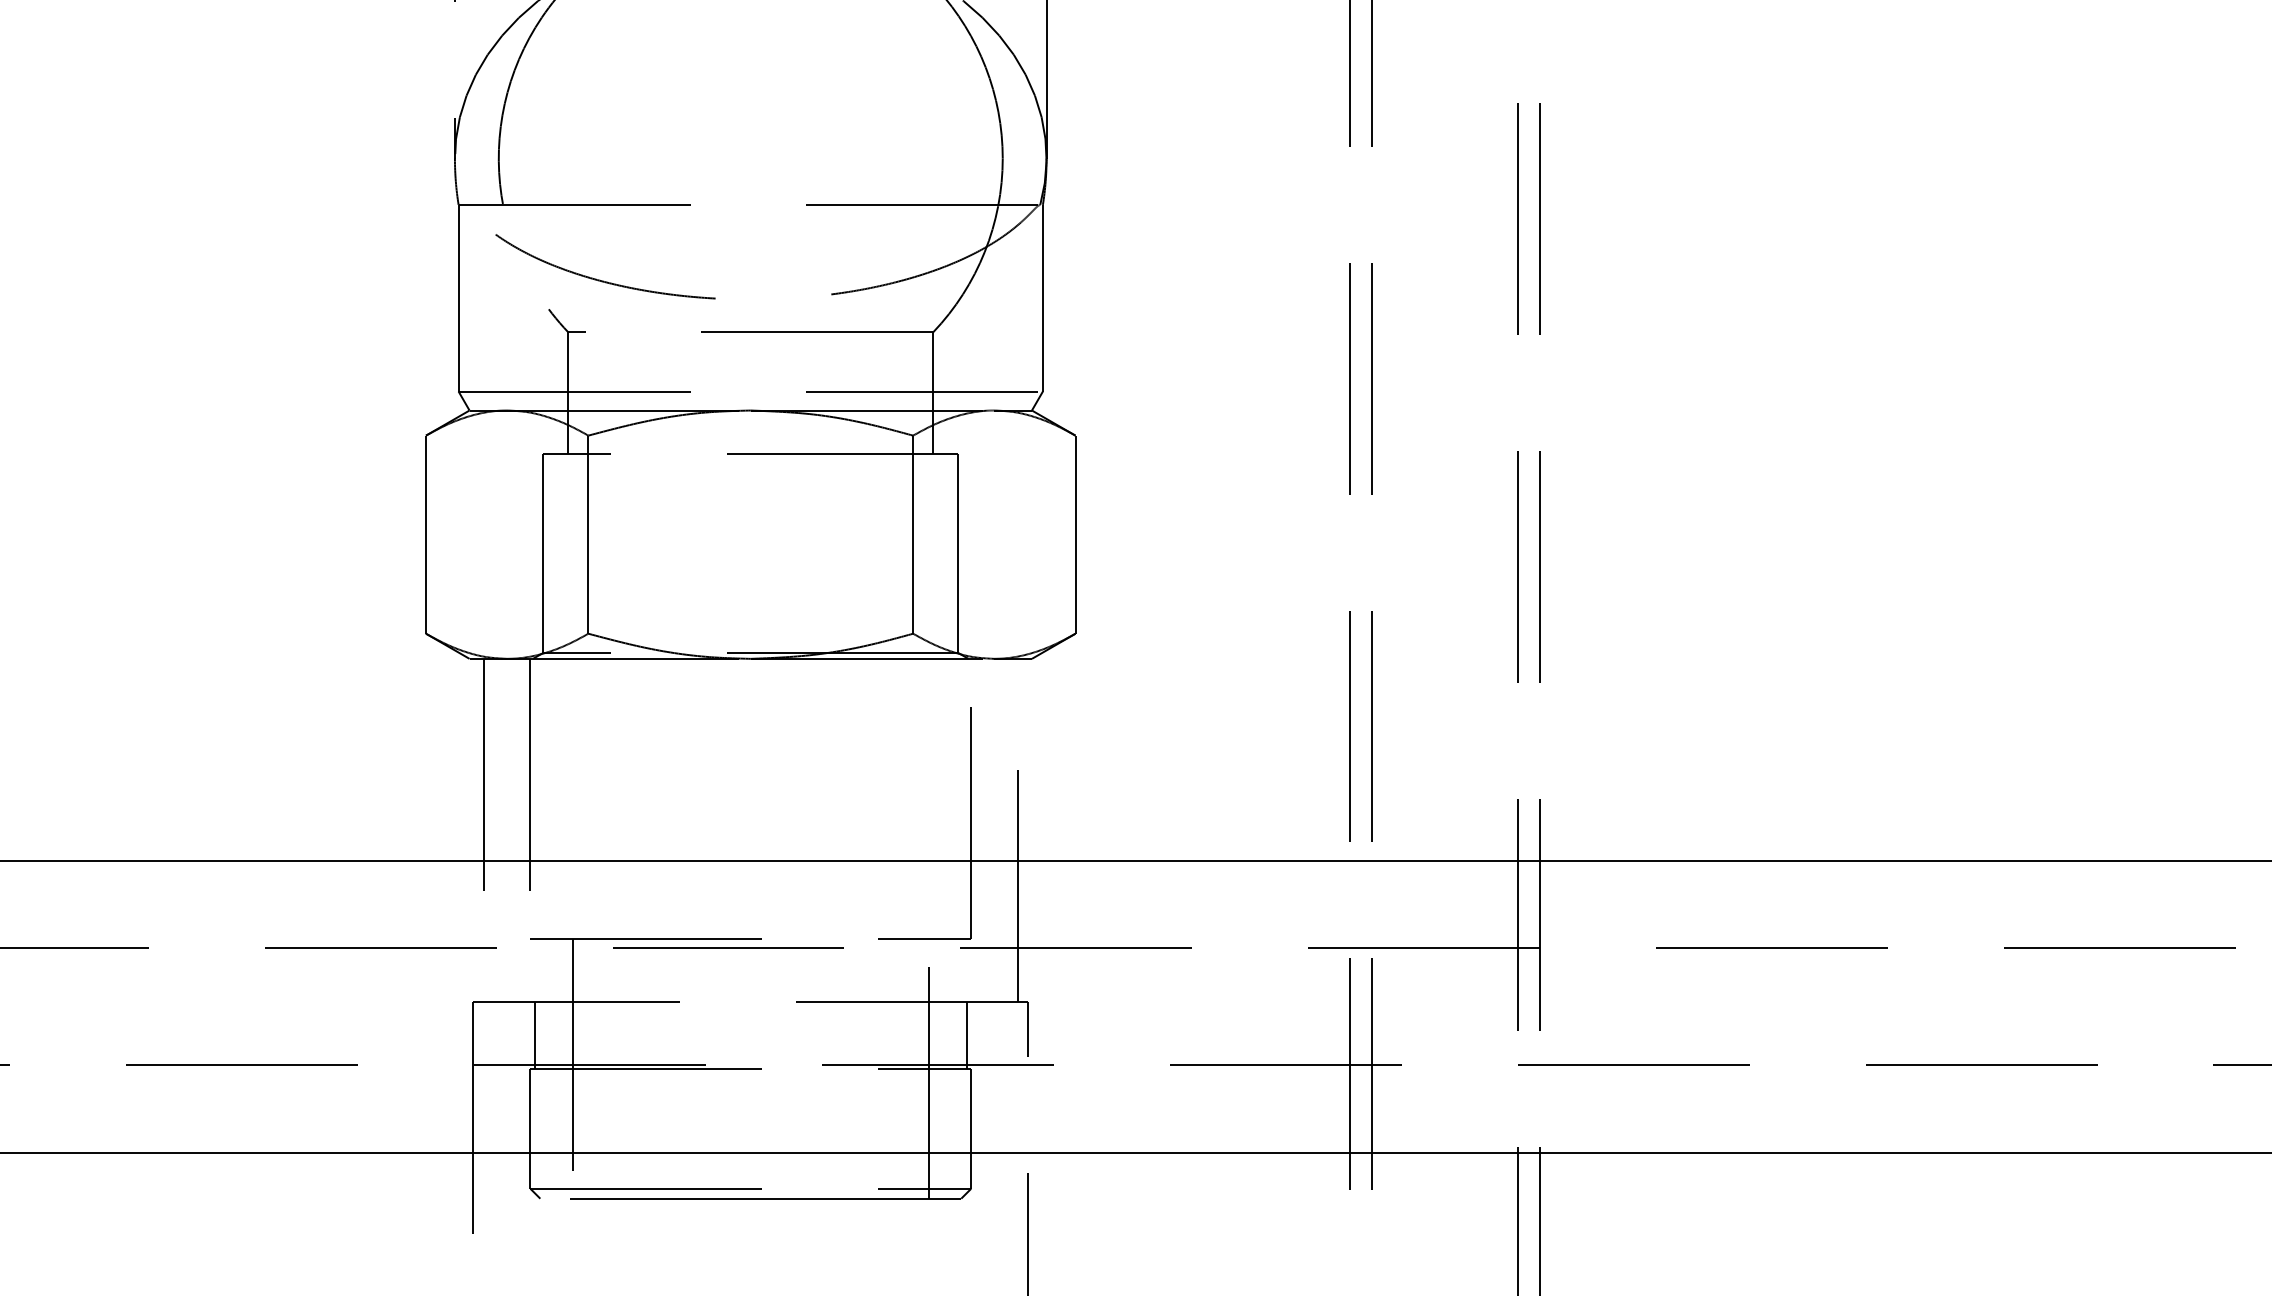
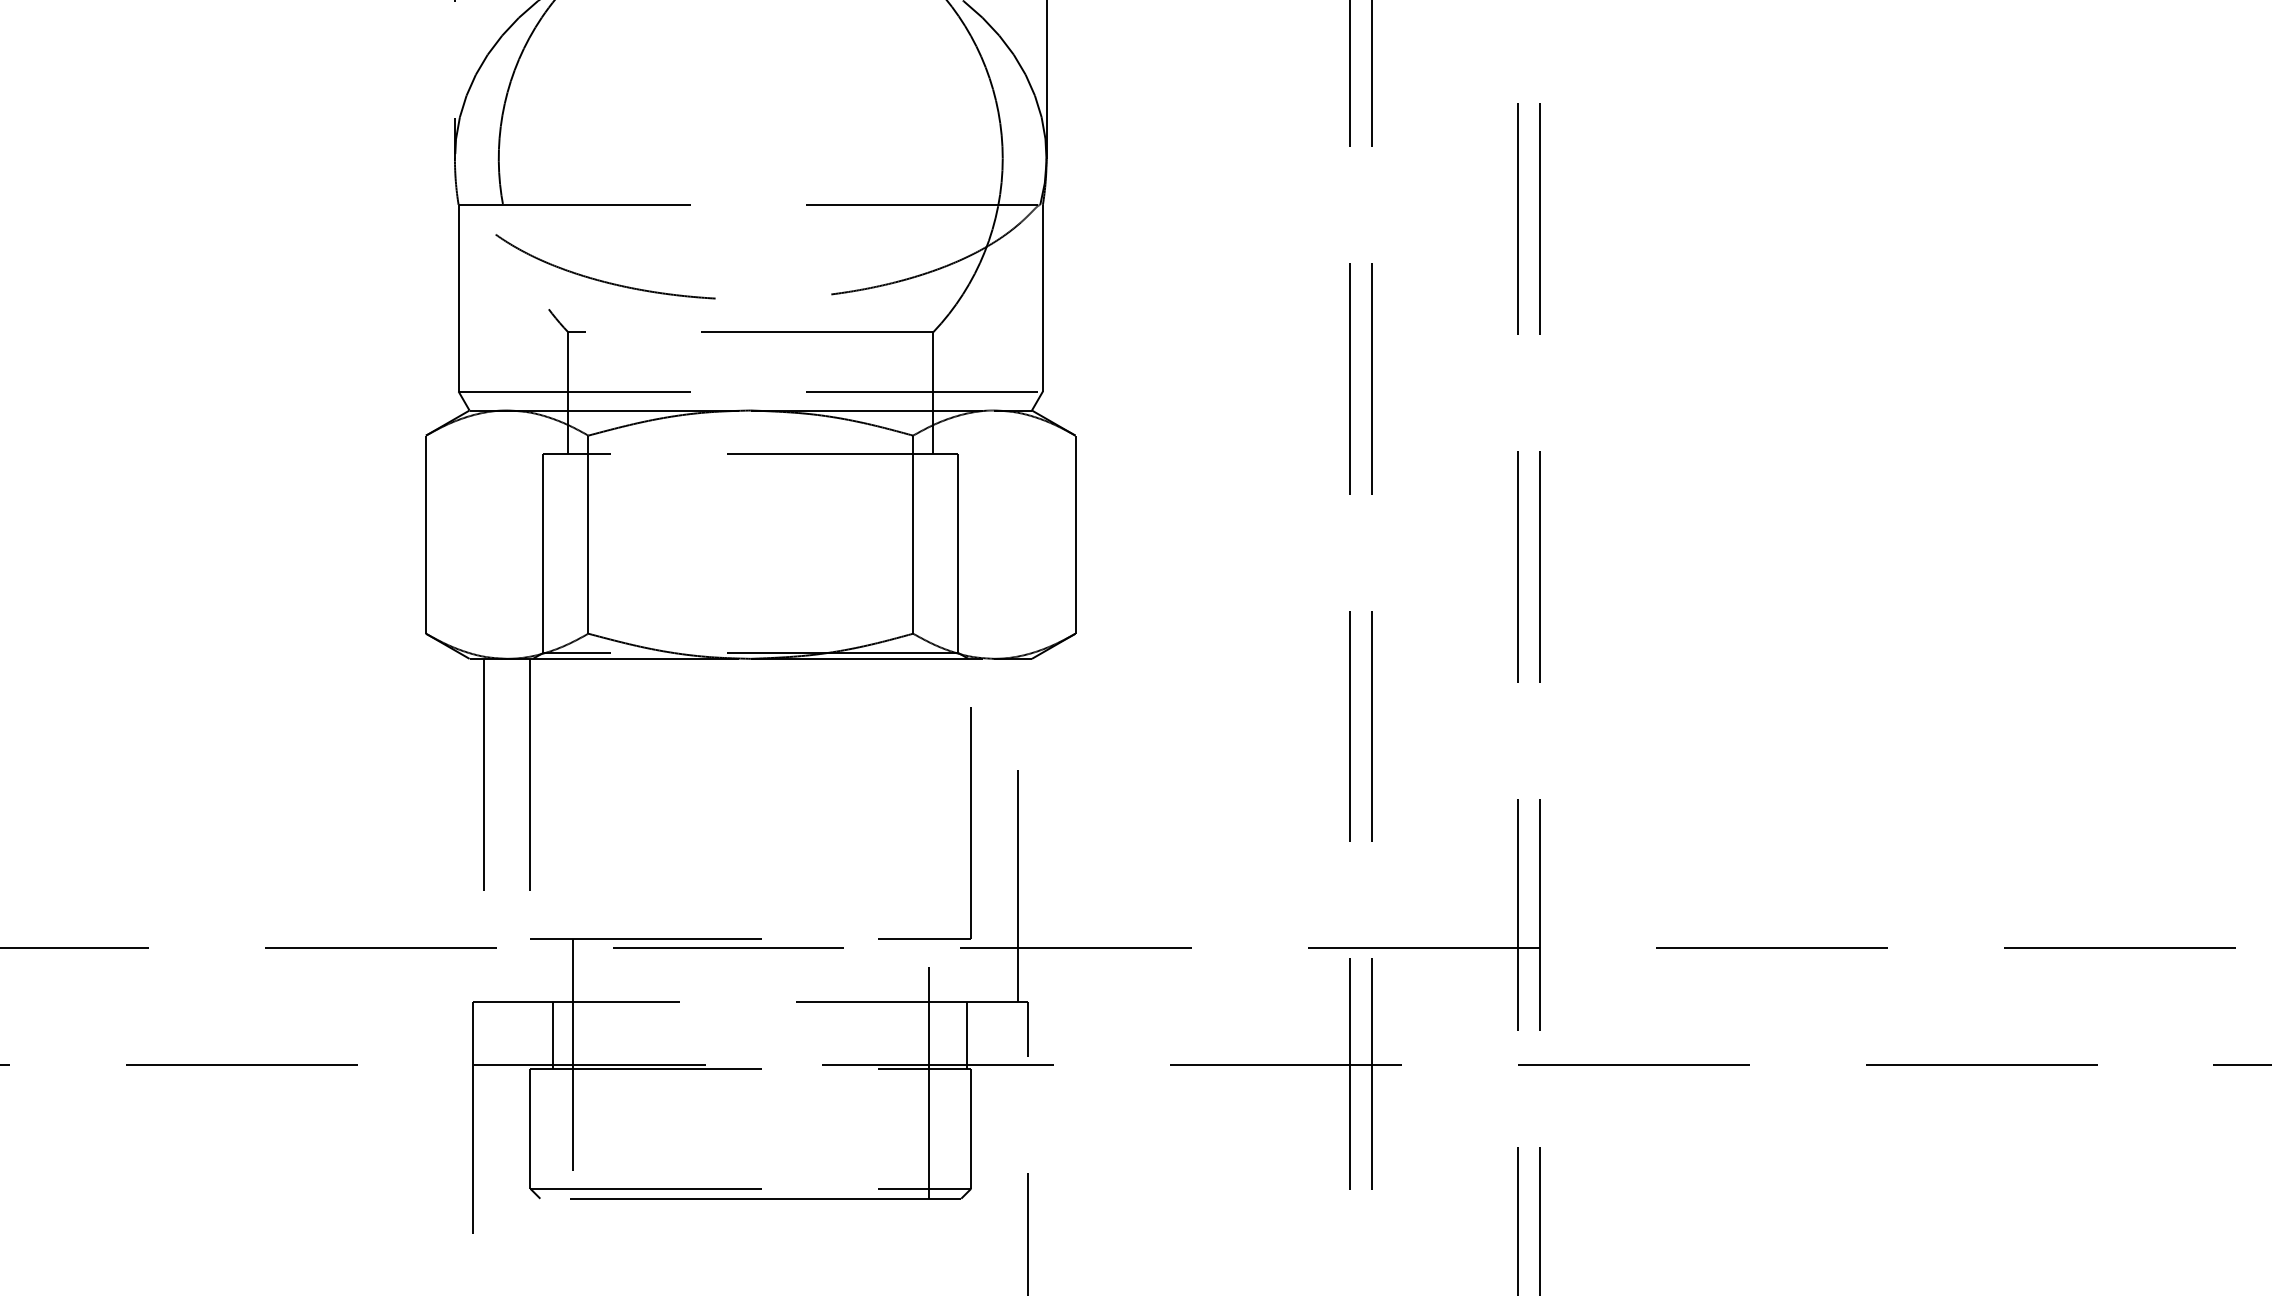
line at (1135, 860): present -> none
line at (534, 1035) position: (534, 1035) -> (552, 1035)
line at (1135, 1152): present -> none
